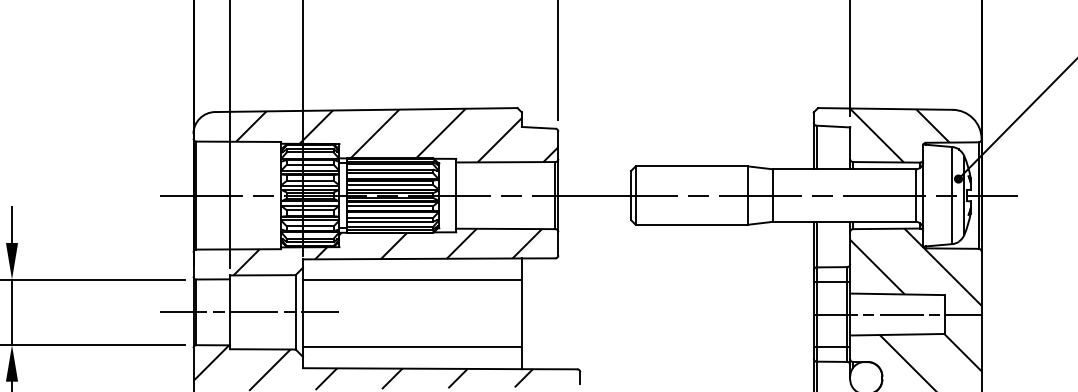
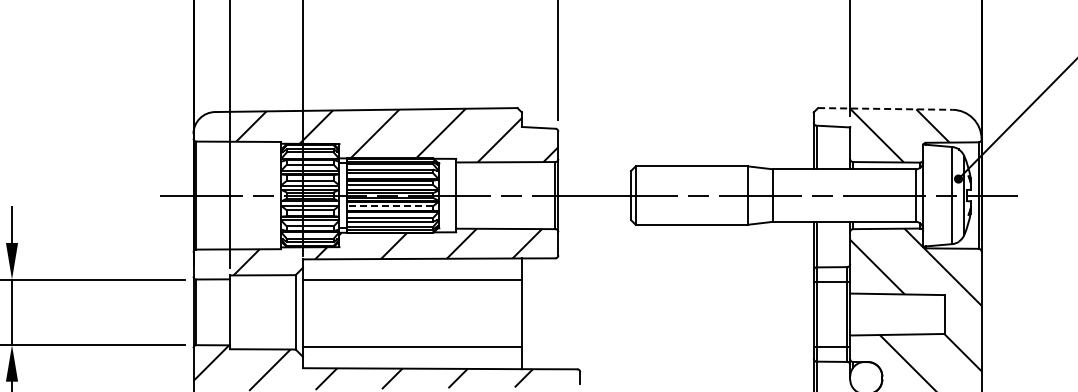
line at (885, 108): solid -> dashed
line at (389, 206): solid -> dashed
line at (249, 312): present -> none
line at (897, 314): present -> none
